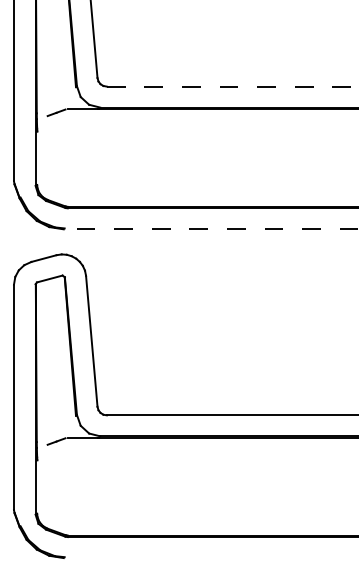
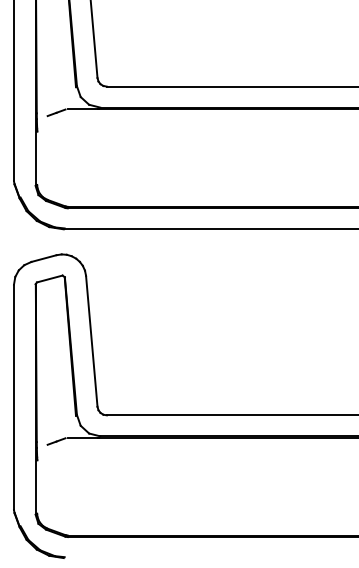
line at (232, 86): dashed -> solid
line at (210, 229): dashed -> solid
